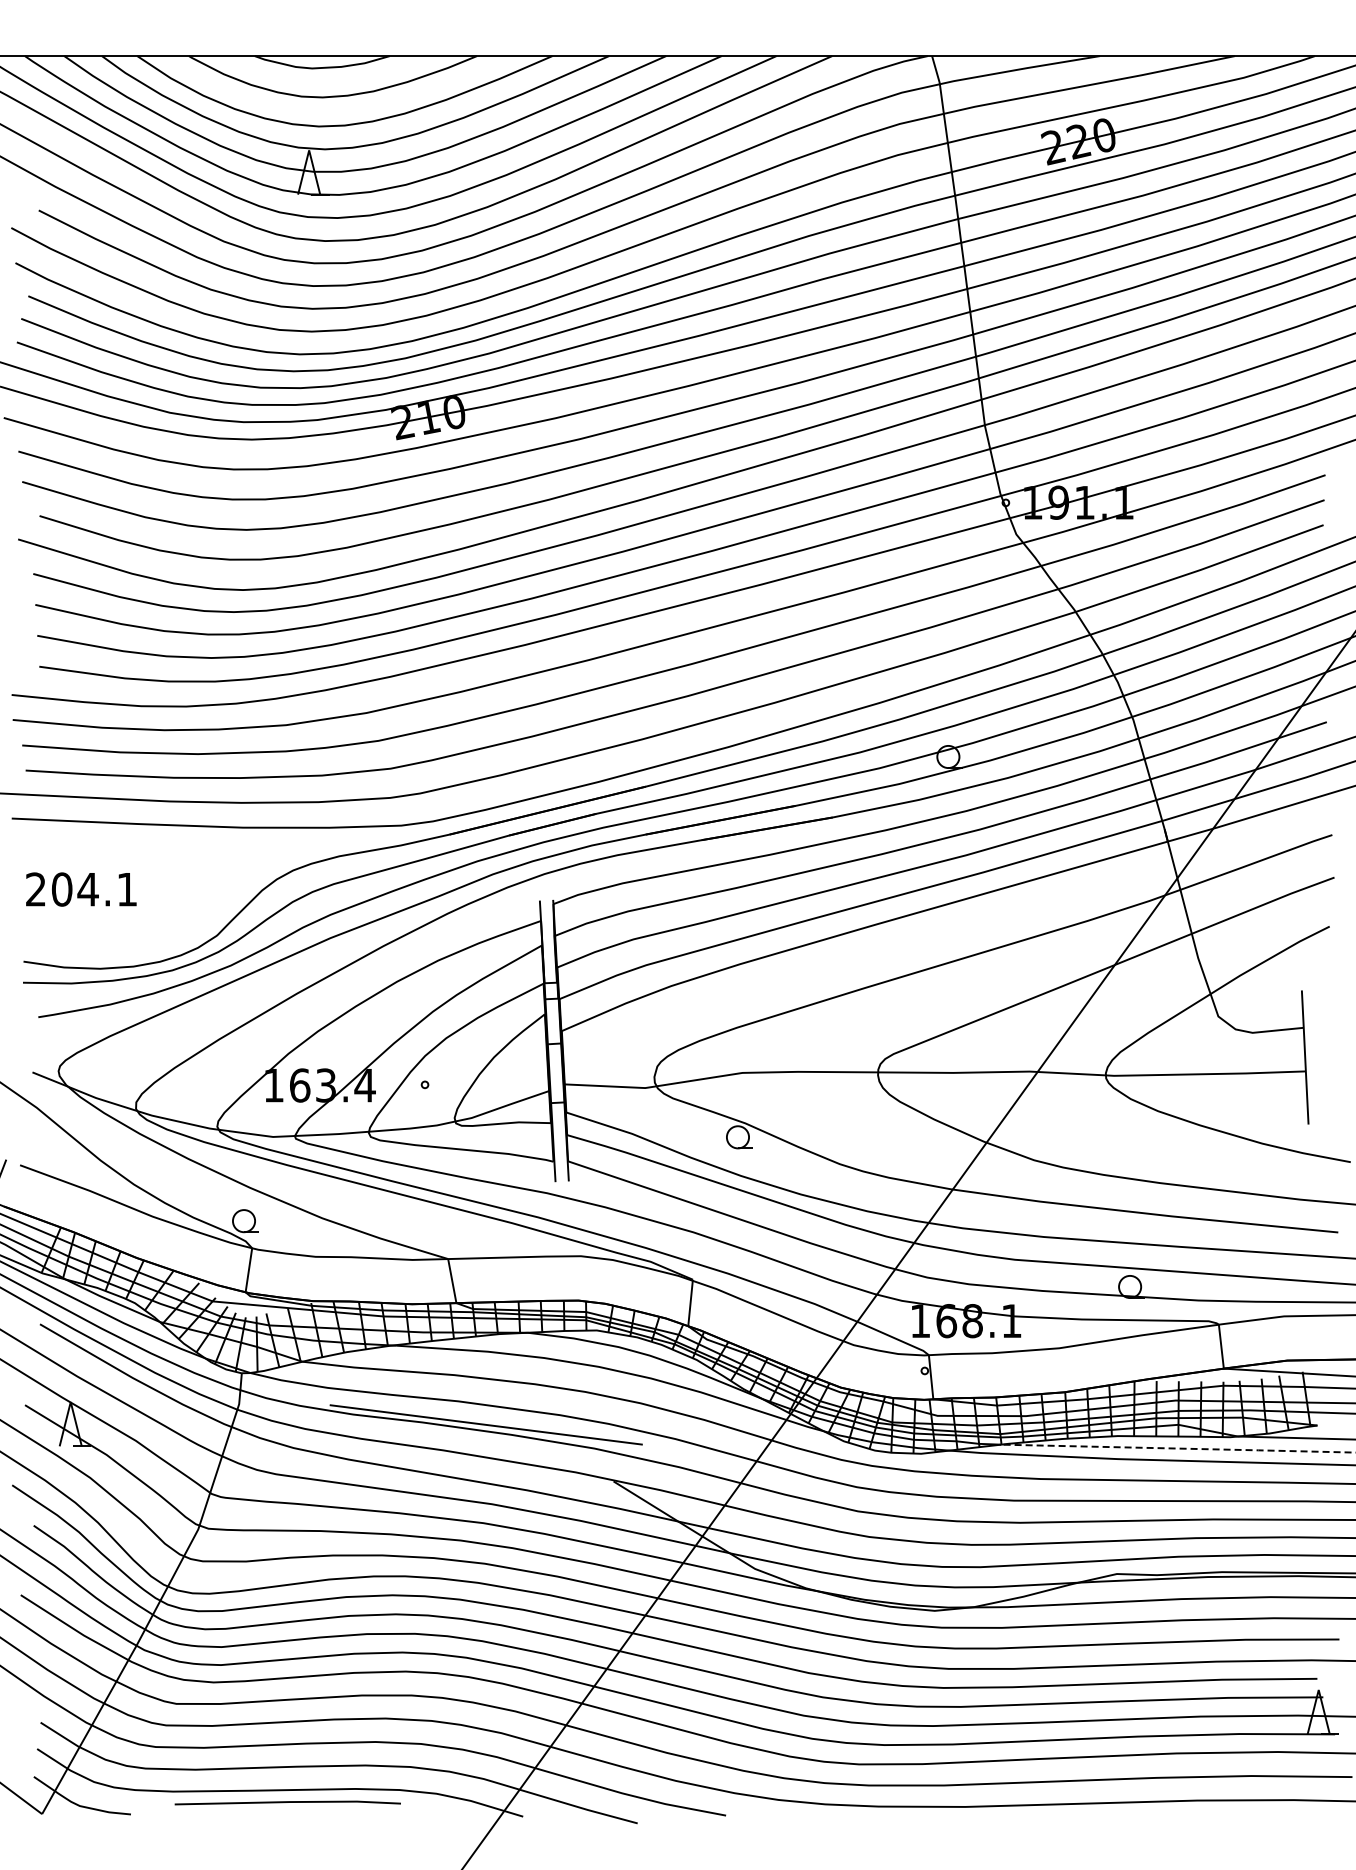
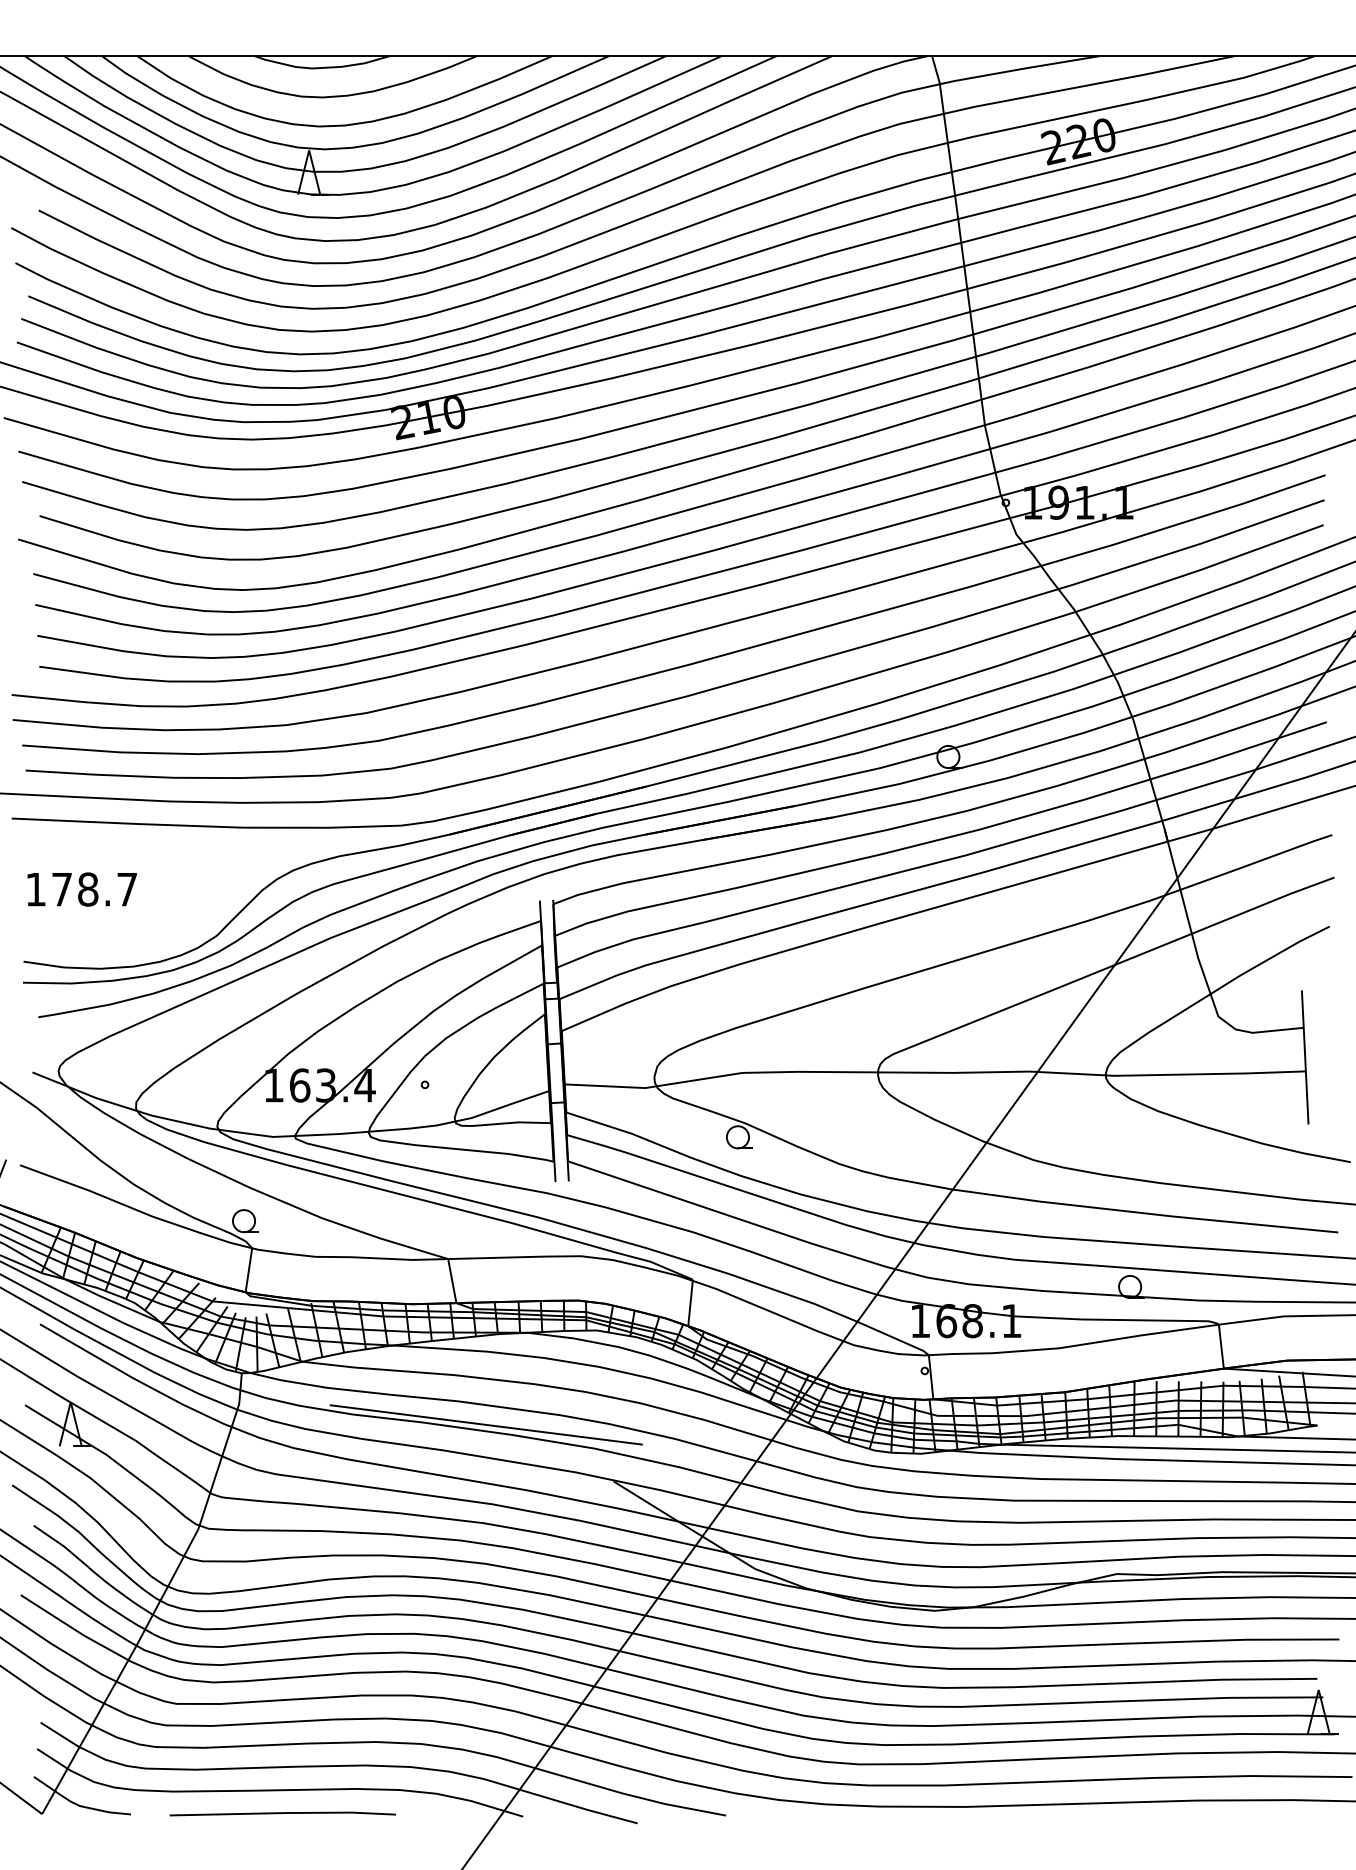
text at (81, 889): 204.1 -> 178.7
line at (1178, 1448): dashed -> solid
line at (287, 1802) position: (287, 1802) -> (282, 1813)
